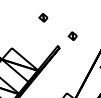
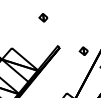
part at (72, 35) position: (72, 35) -> (83, 50)
